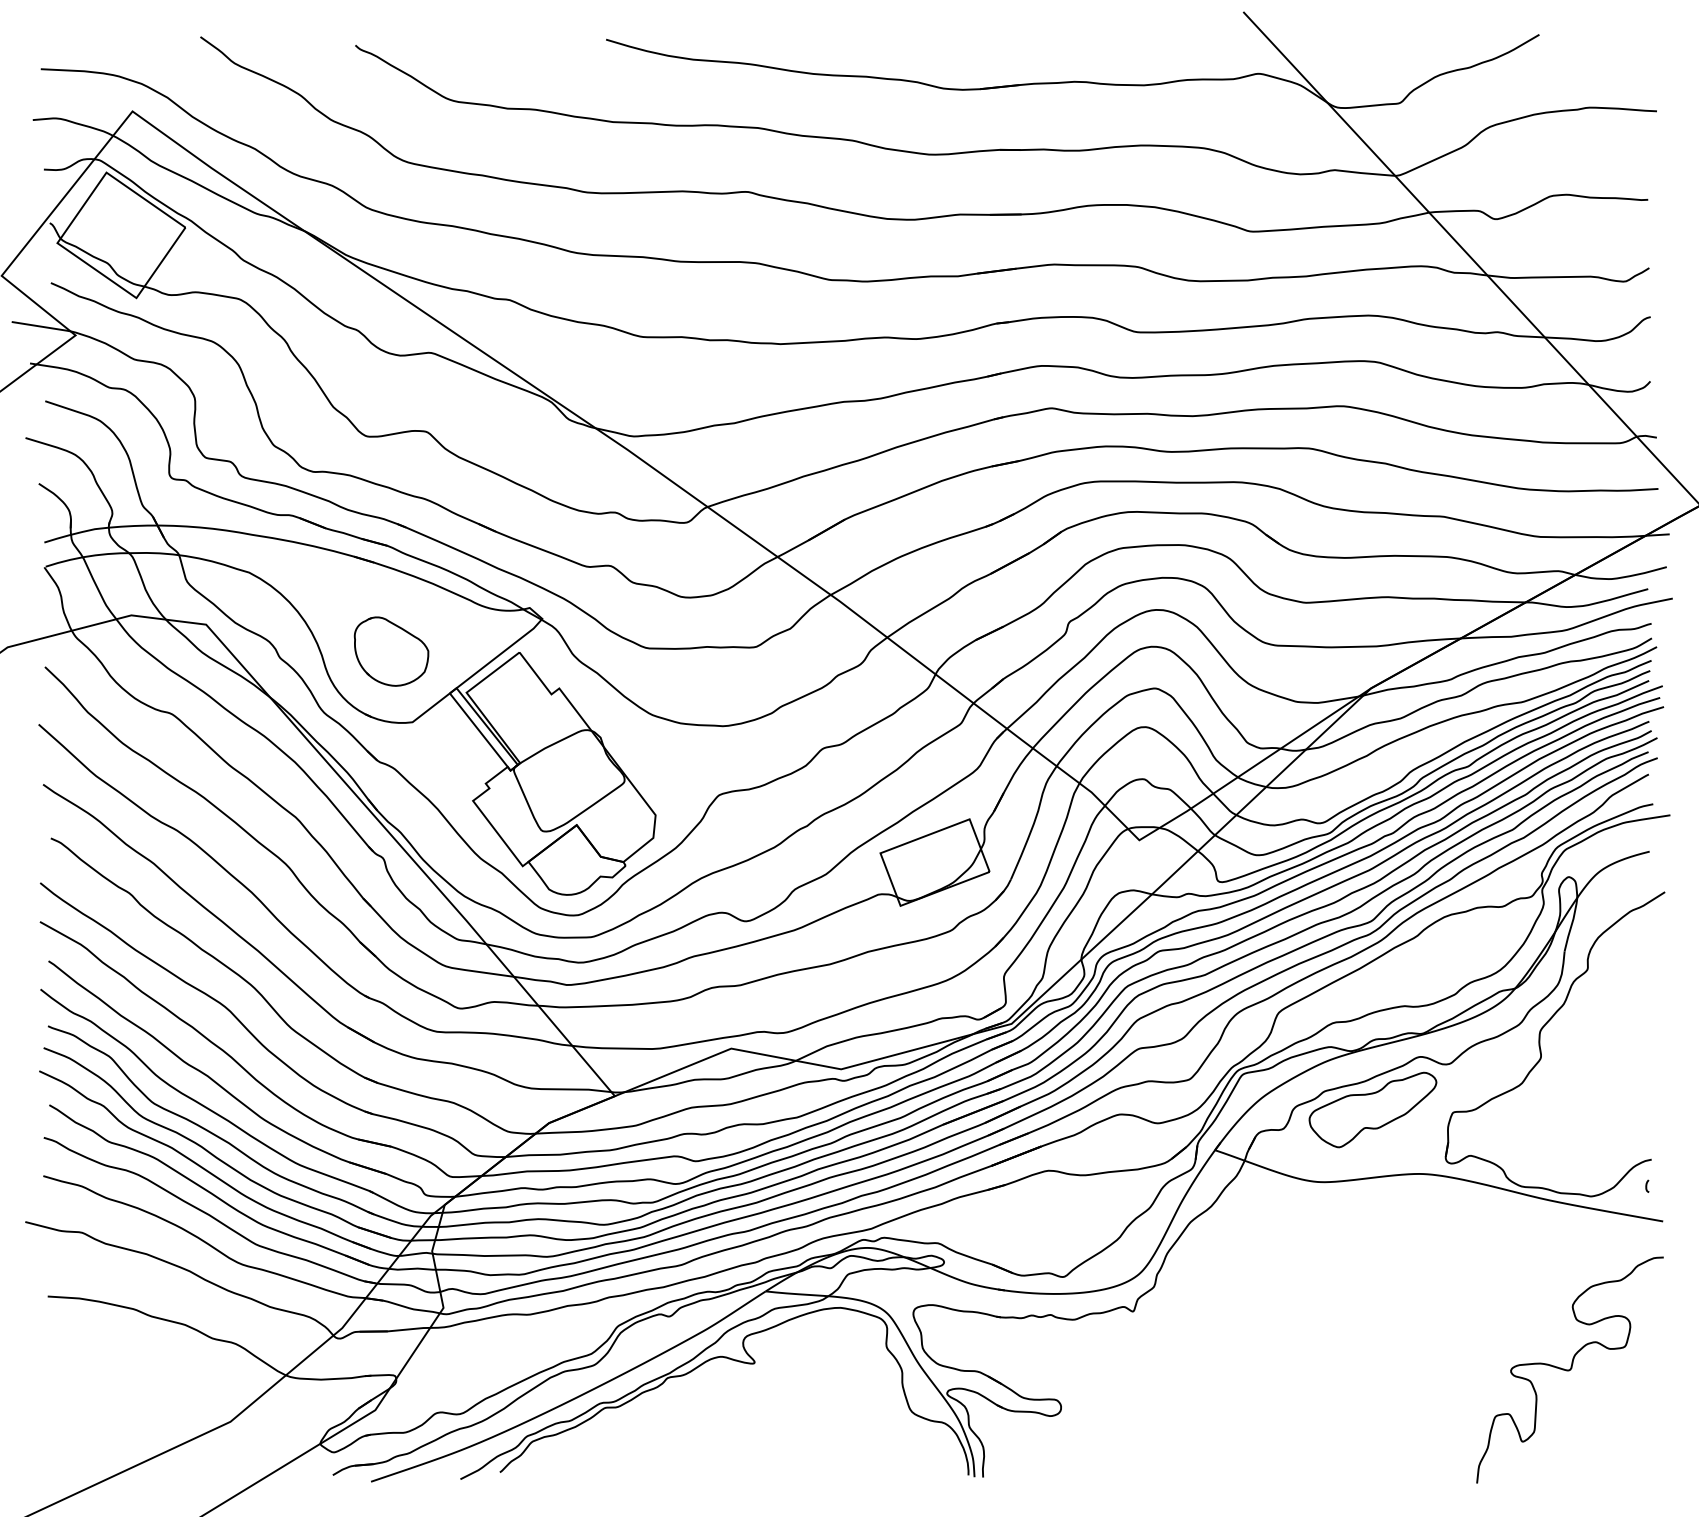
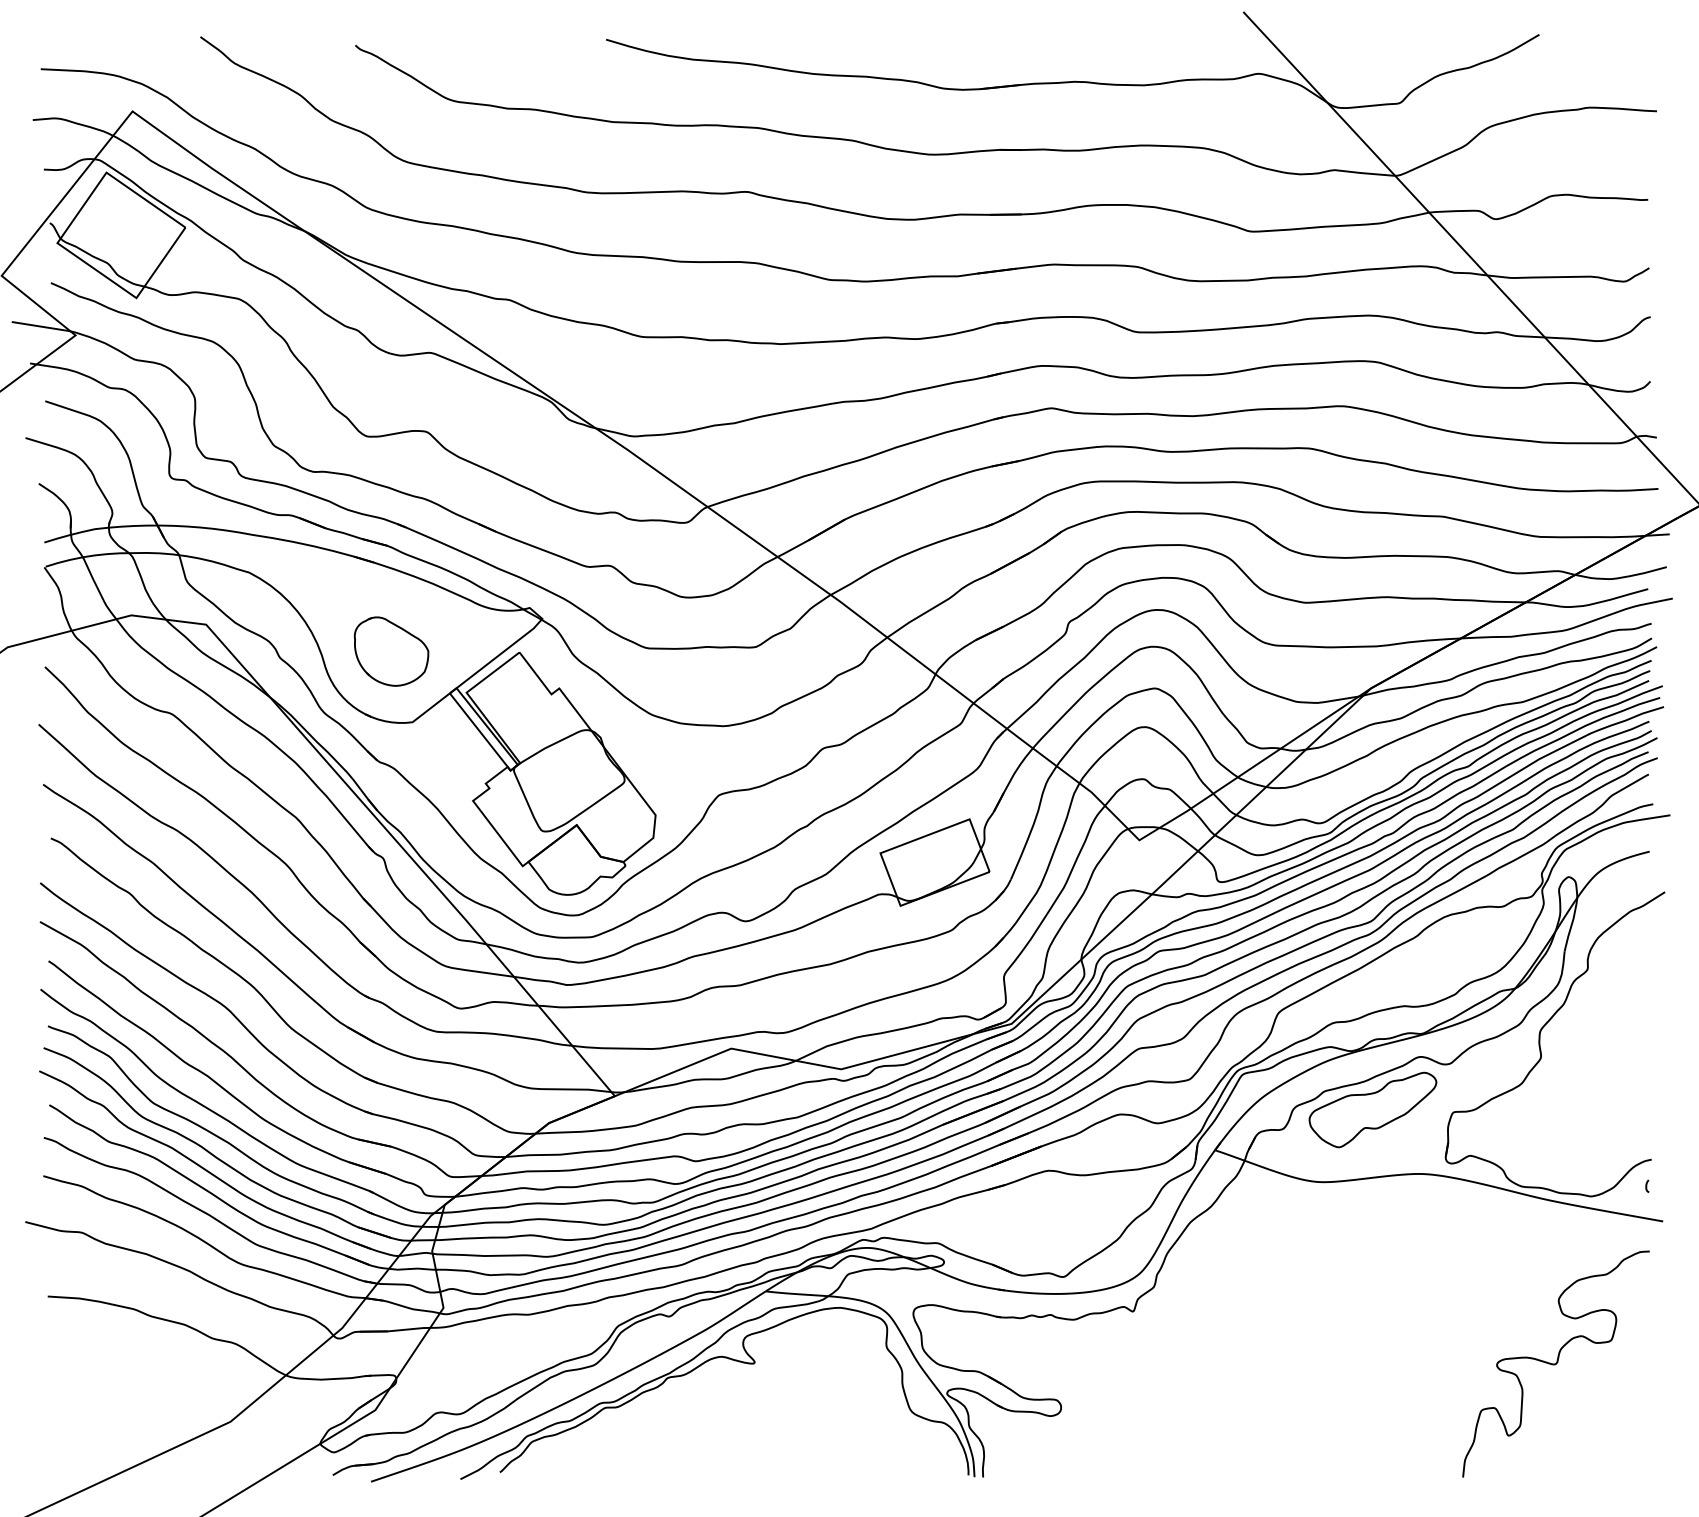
curve at (1569, 1369) position: (1569, 1369) -> (1555, 1363)
